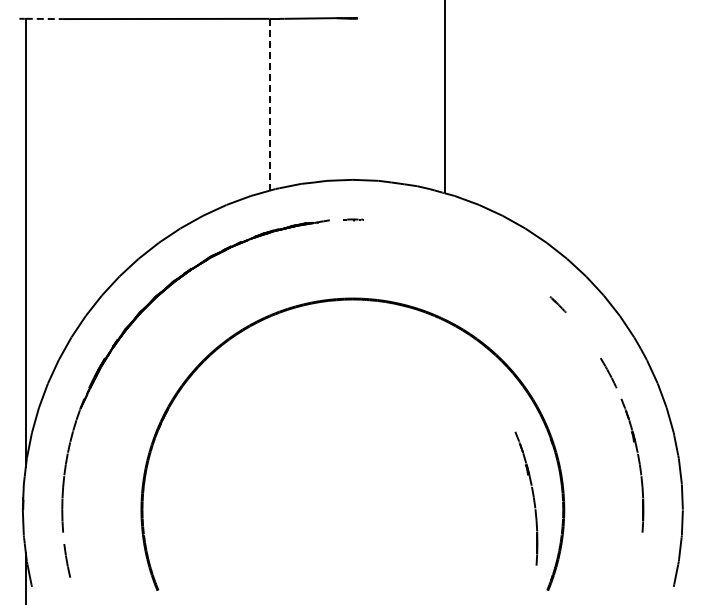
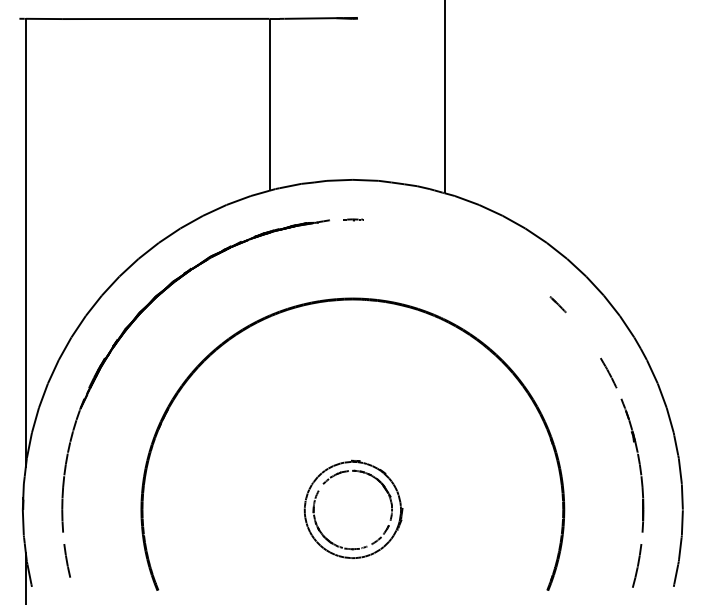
line at (44, 18): dashed -> solid
line at (269, 104): dashed -> solid
part at (532, 497): present -> none
part at (353, 508): none -> present
line at (637, 565): none -> present
